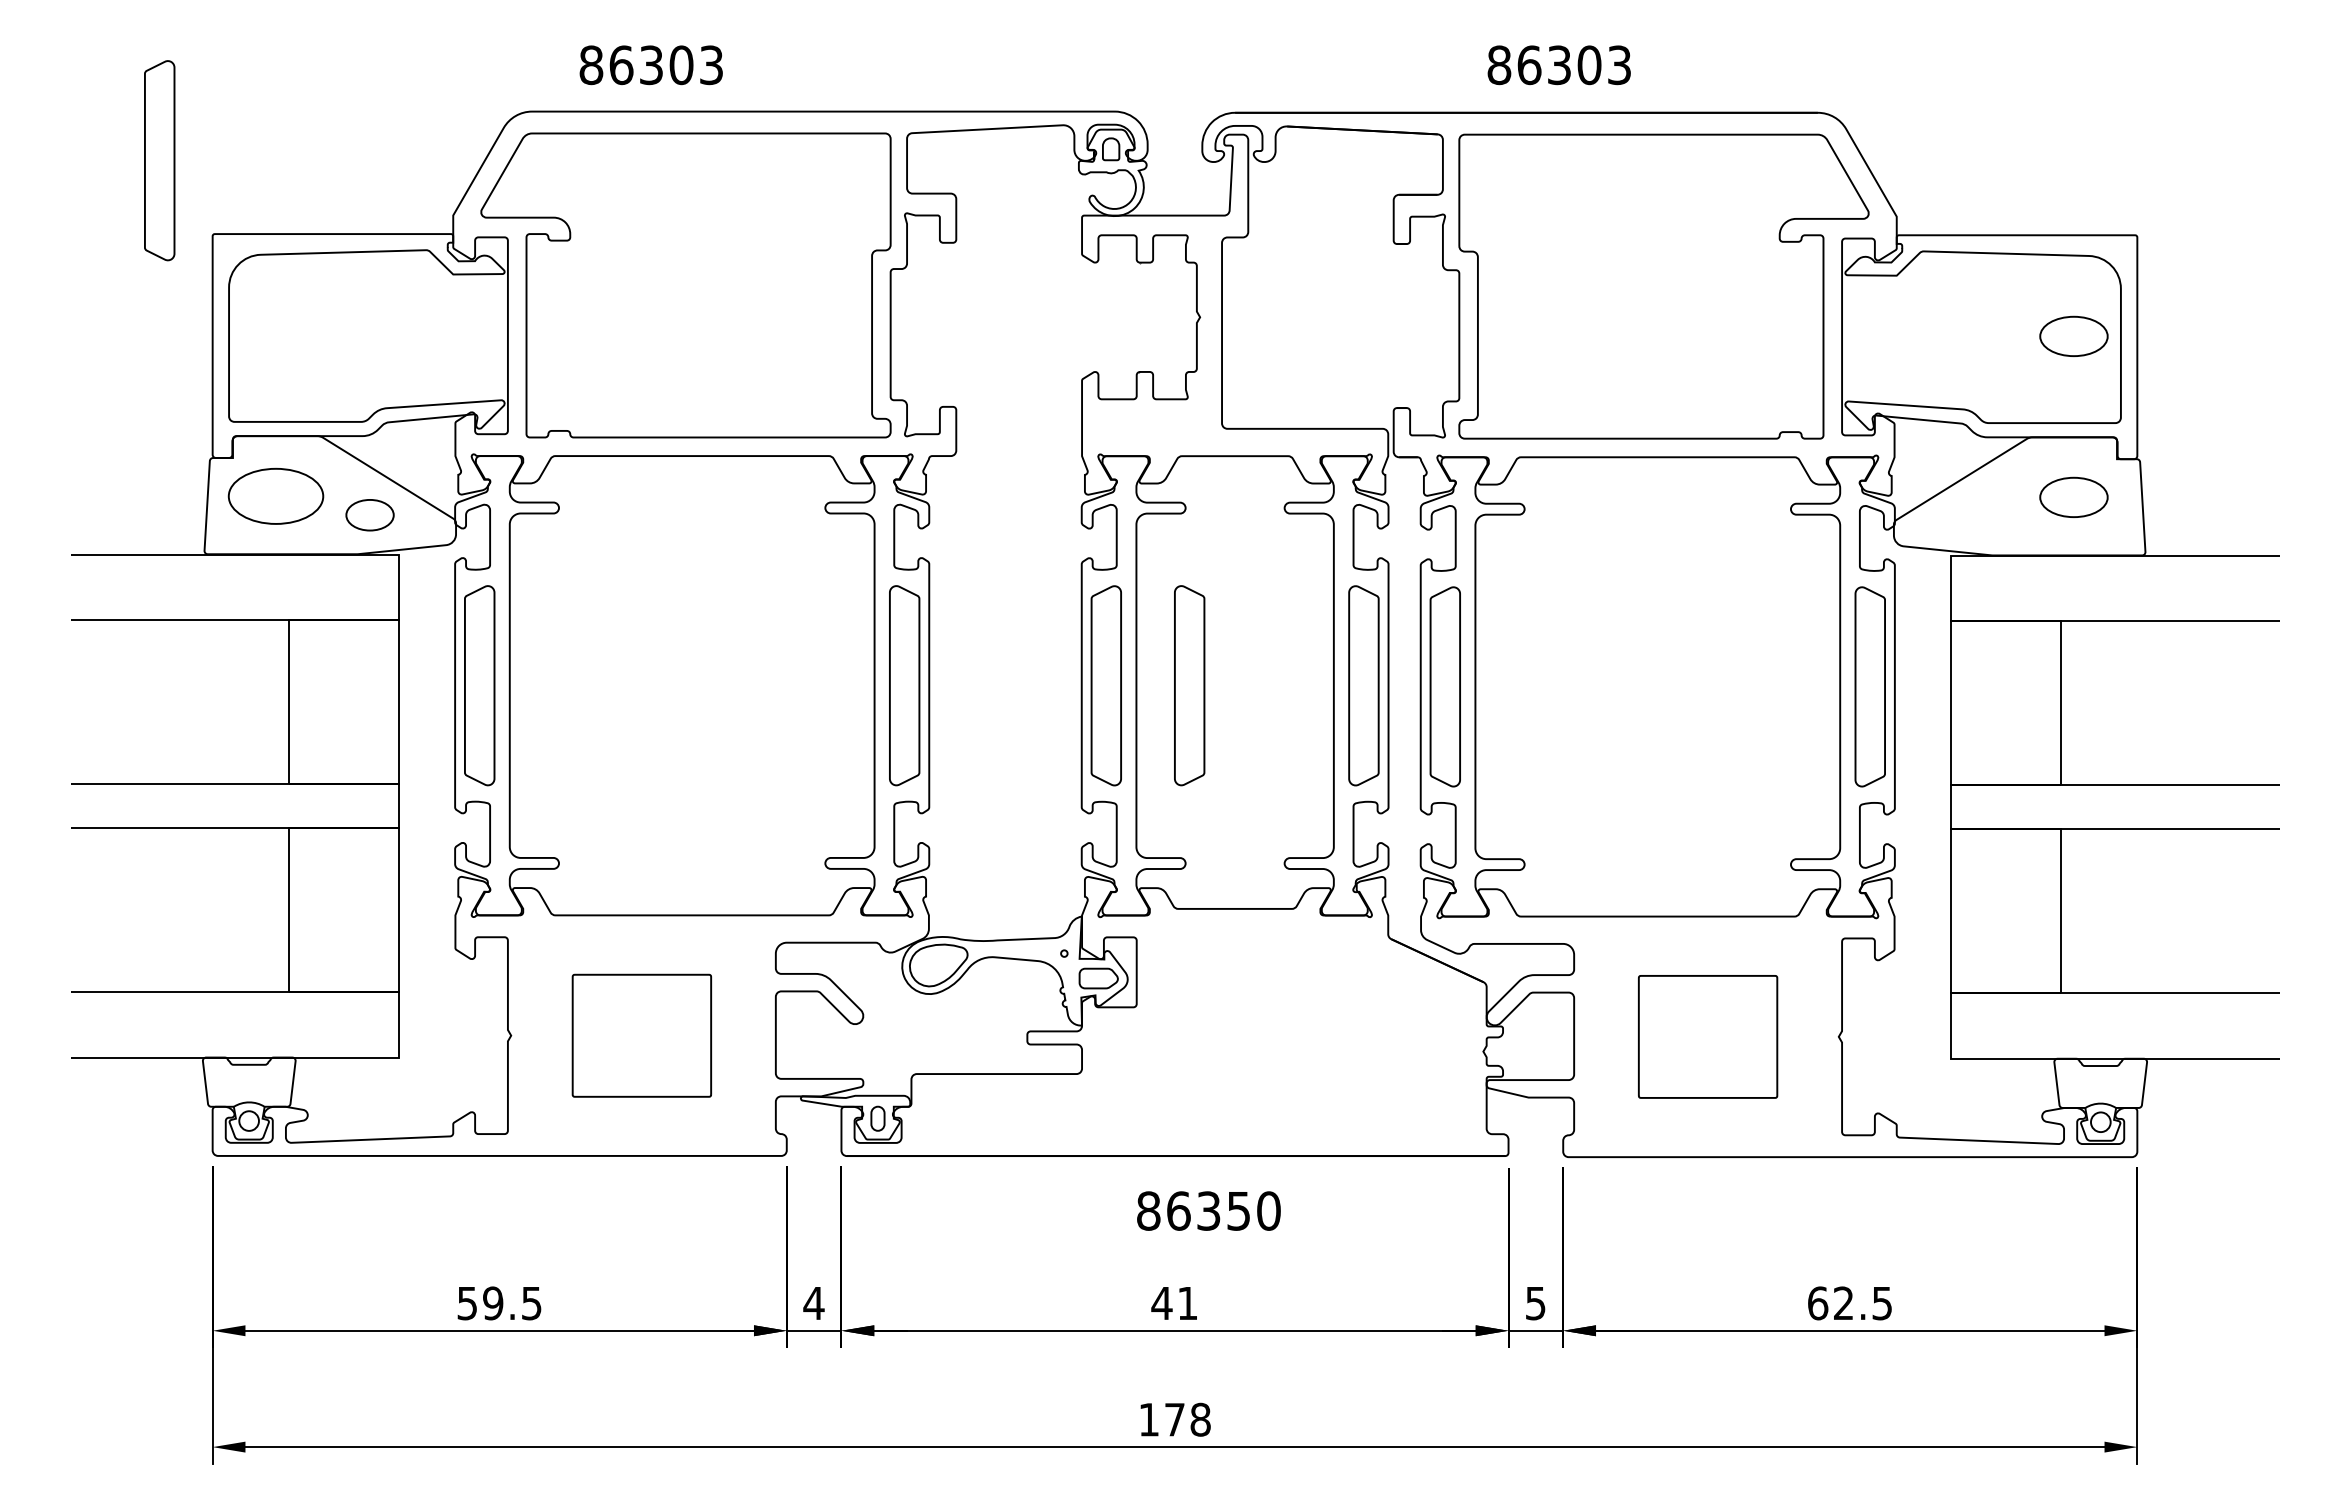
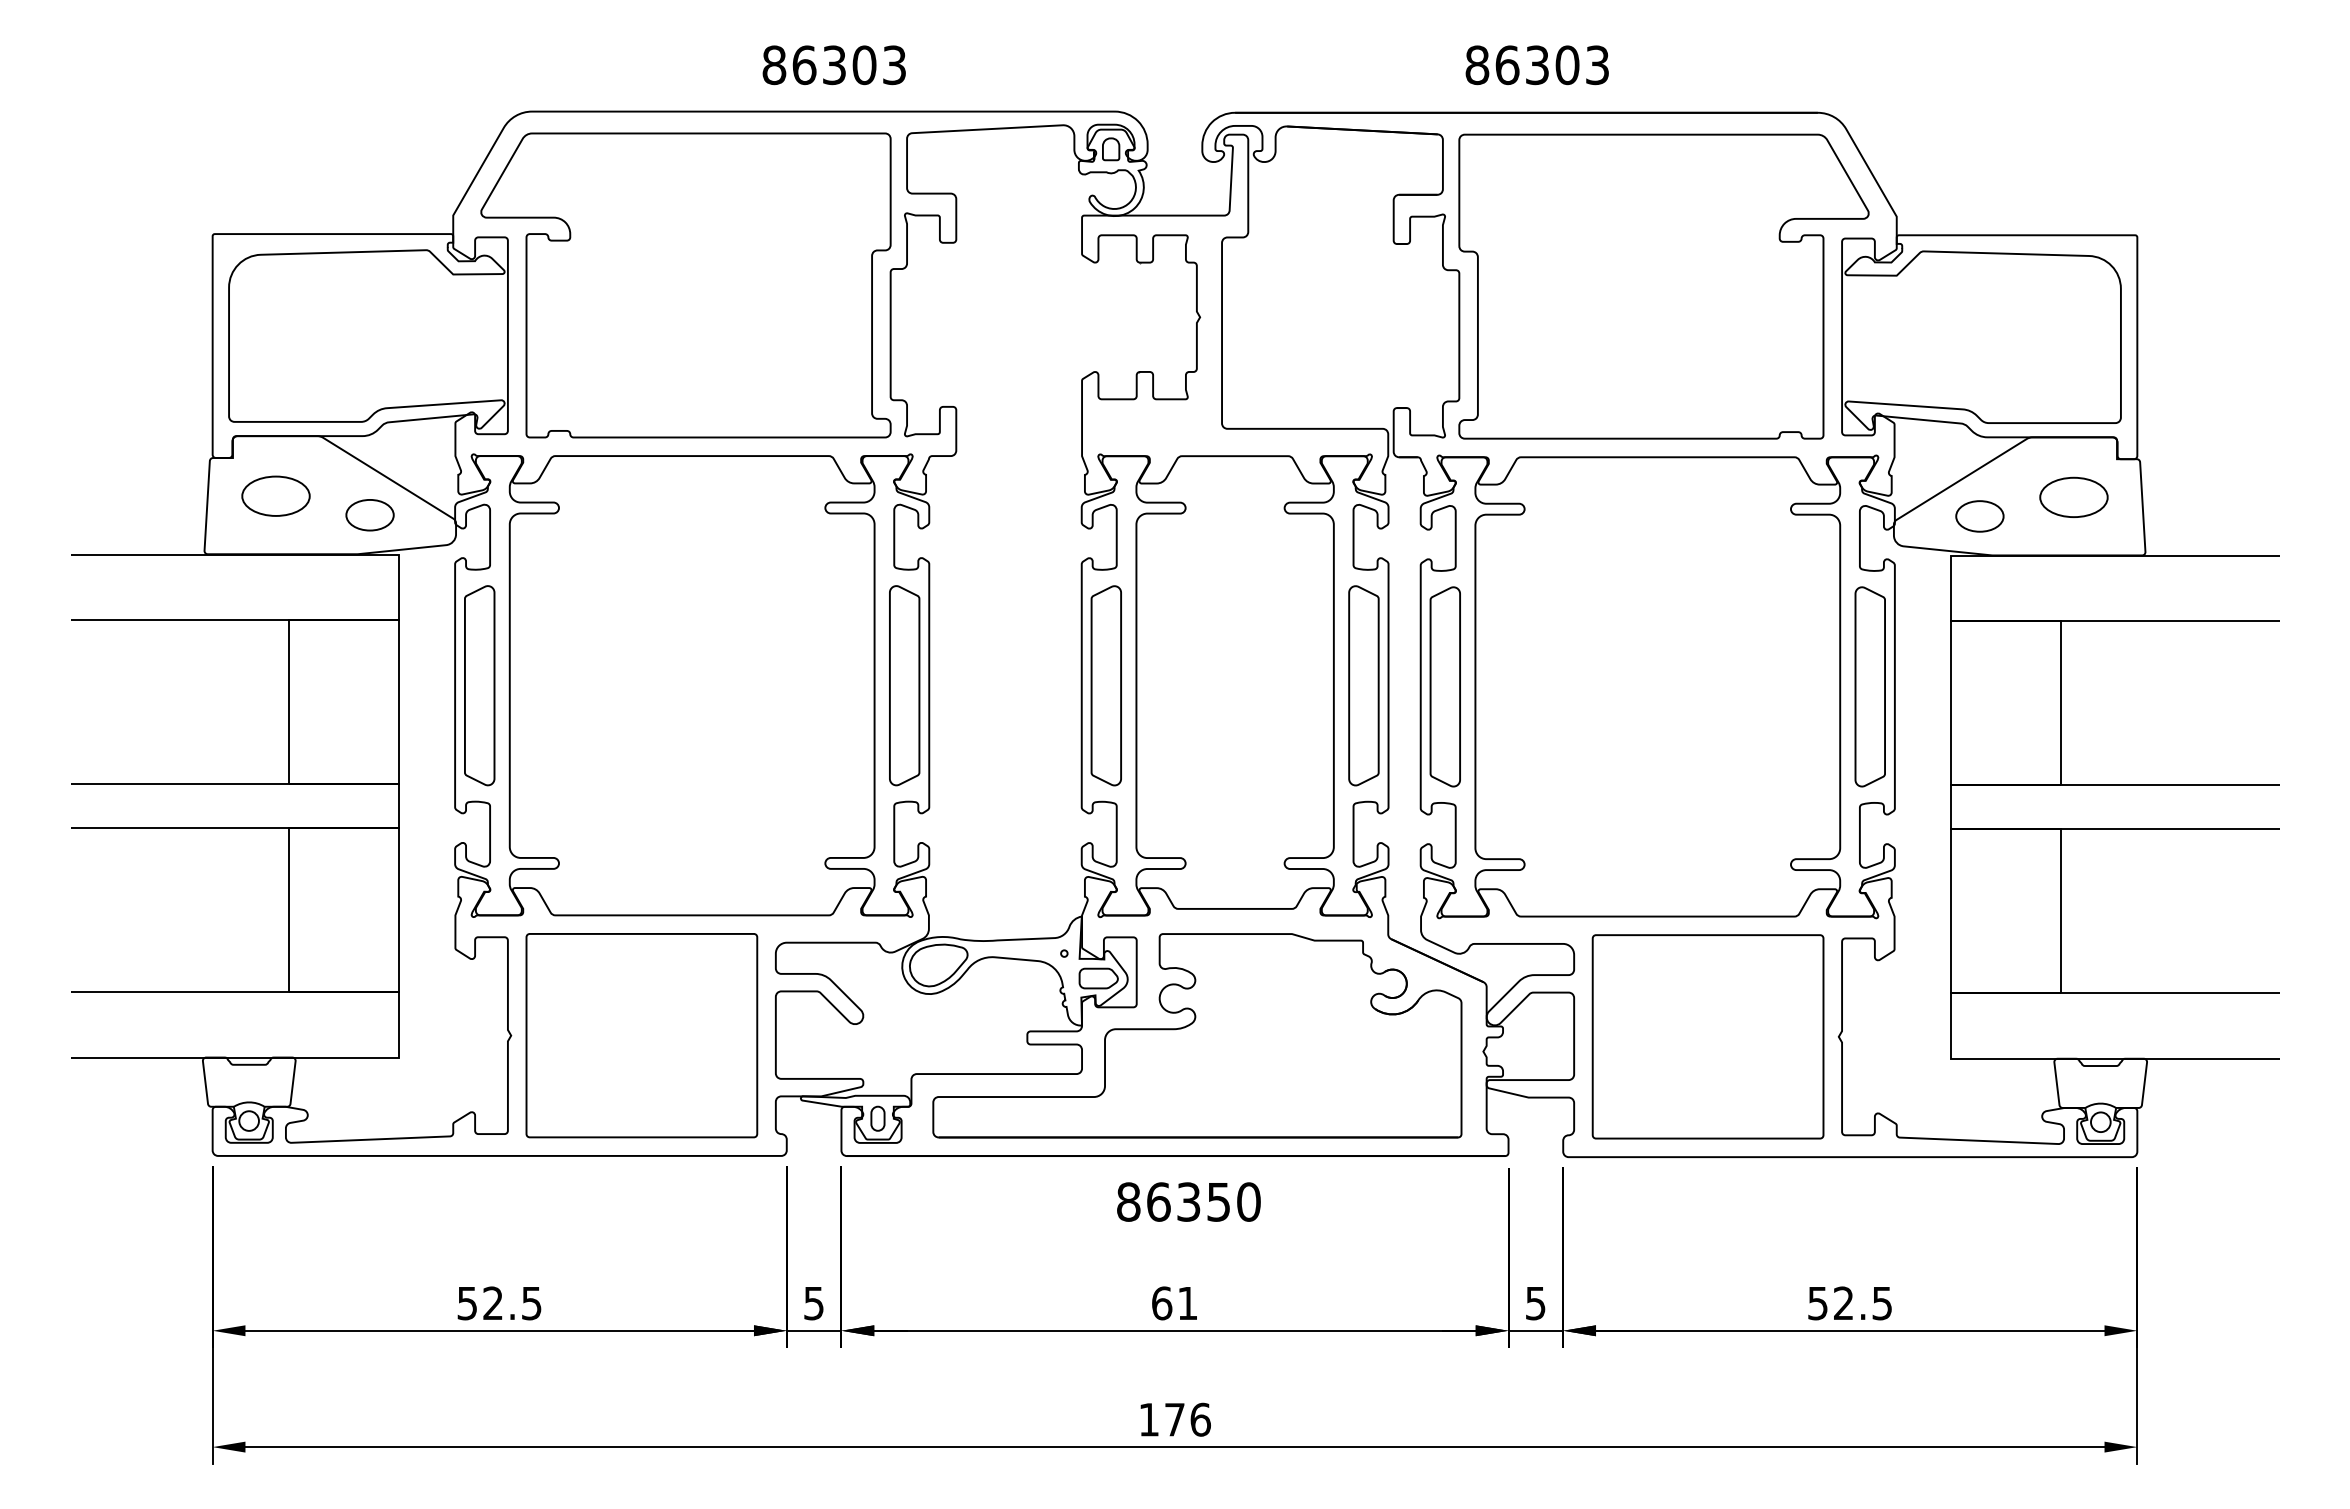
text at (650, 65) position: (650, 65) -> (833, 65)
text at (1558, 65) position: (1558, 65) -> (1536, 65)
curve at (145, 160): present -> none
part at (2073, 335): present -> none
part at (275, 495) size: 98x58 px -> 70x42 px
part at (1979, 516): none -> present
curve at (1175, 685): present -> none
part at (641, 1035) size: 141x125 px -> 234x206 px
part at (1197, 1035): none -> present
part at (1708, 1036) size: 141x124 px -> 234x206 px
text at (1208, 1210) position: (1208, 1210) -> (1188, 1201)
text at (493, 1303): 59.5 -> 52.5
text at (813, 1303): 4 -> 5
text at (1161, 1303): 41 -> 61
text at (1818, 1303): 62.5 -> 52.5
text at (1200, 1419): 178 -> 176
